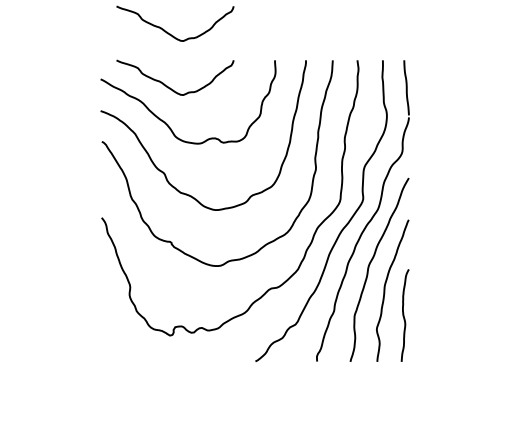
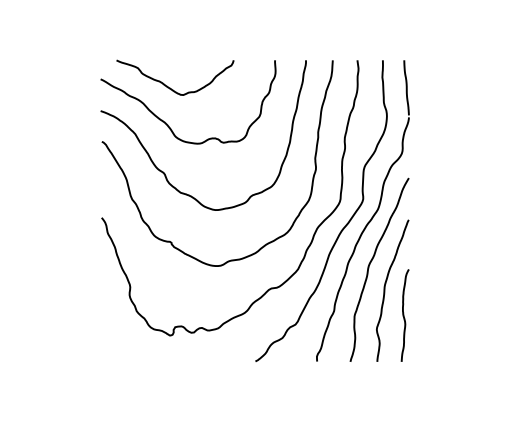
curve at (170, 33): present -> none
